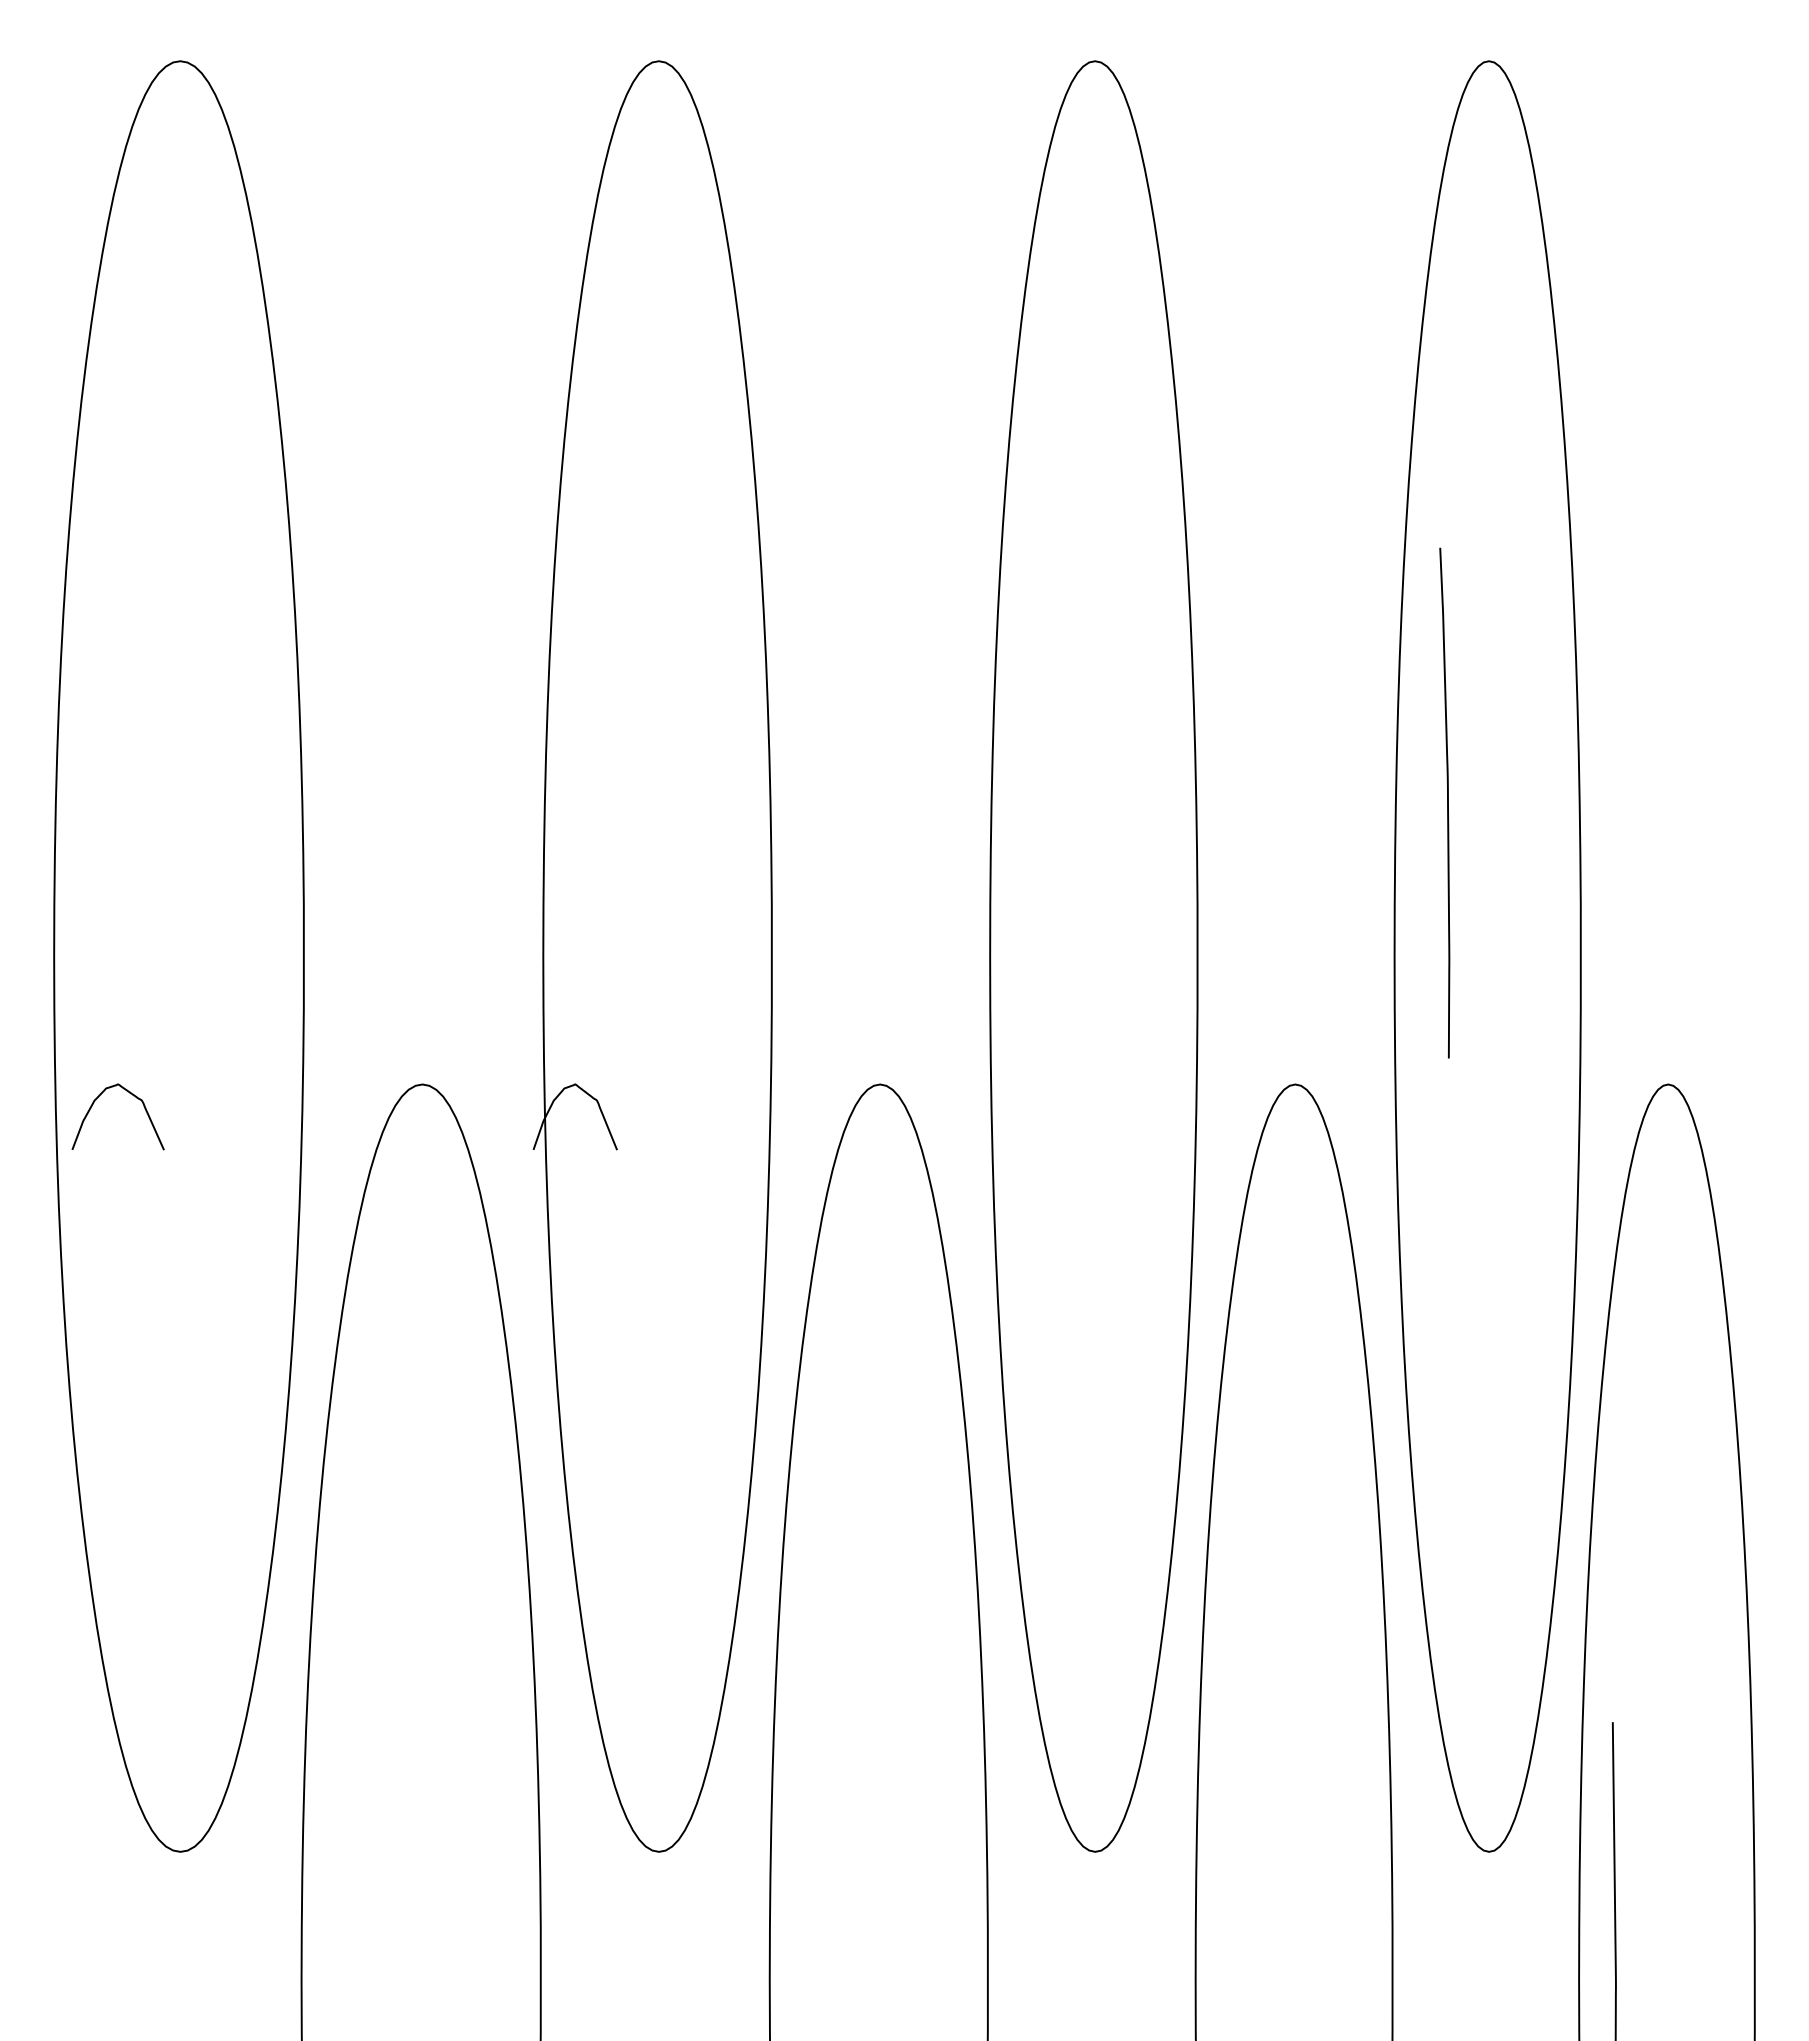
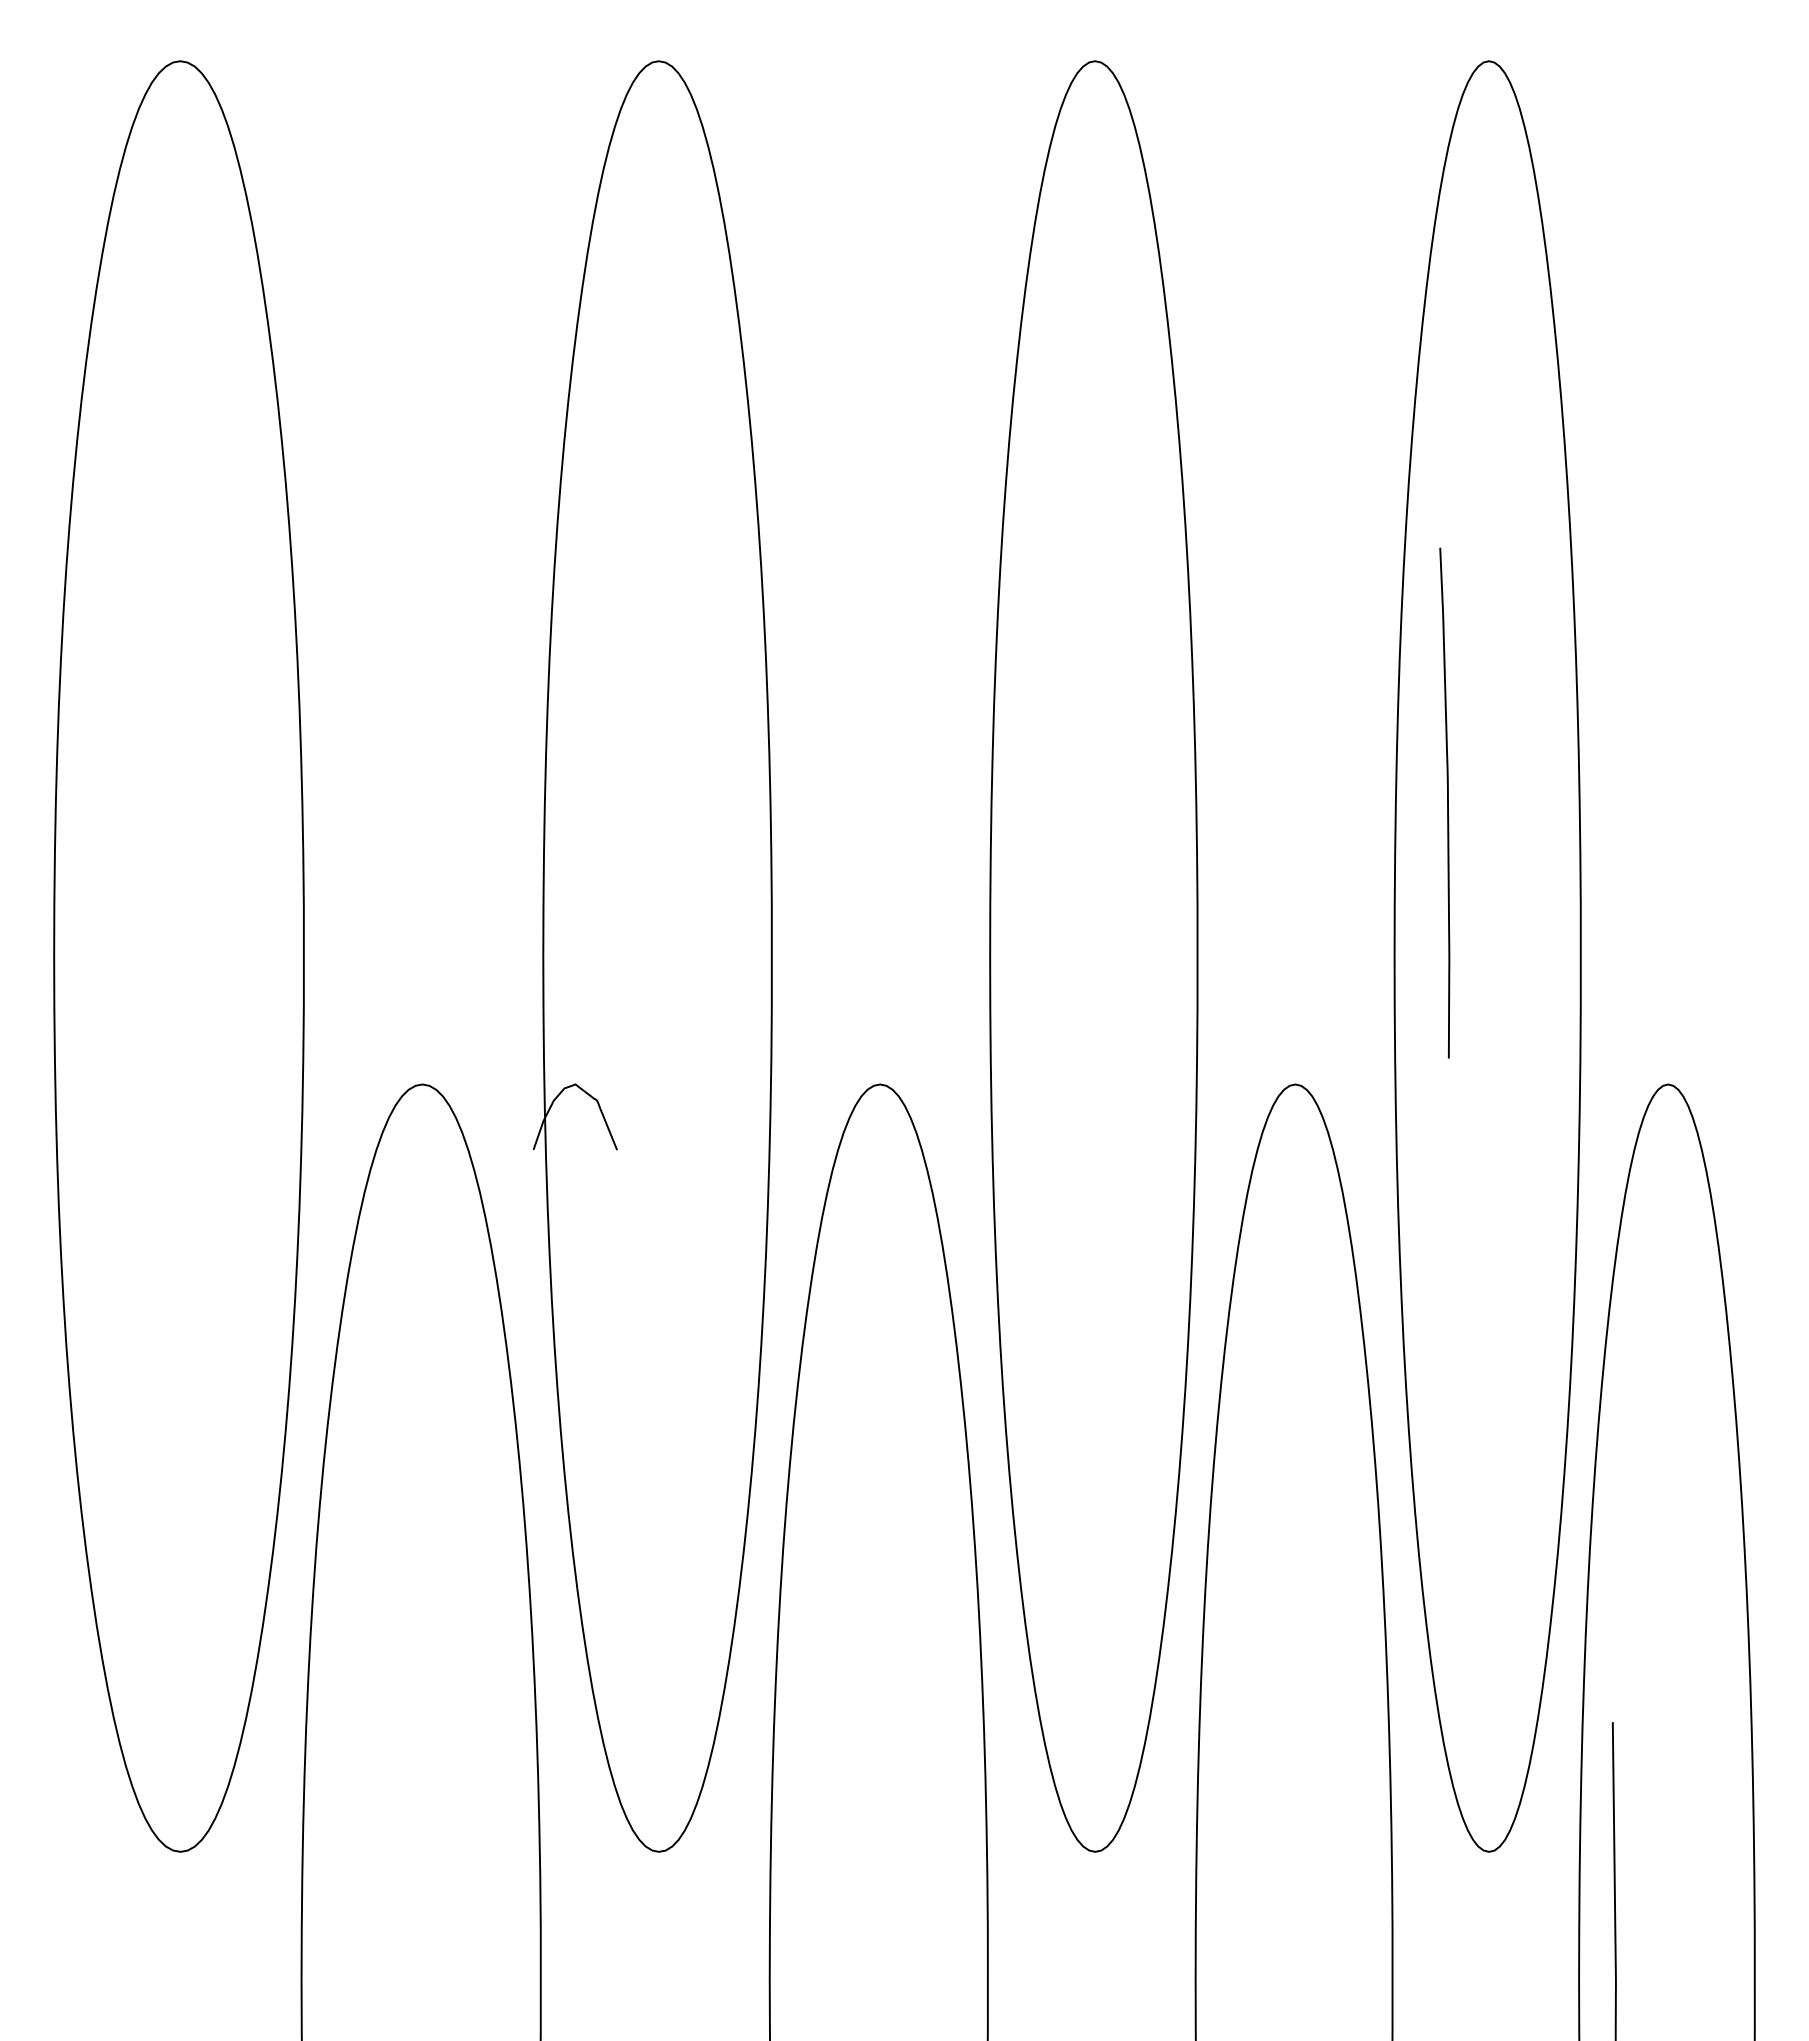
curve at (130, 1094): present -> none
